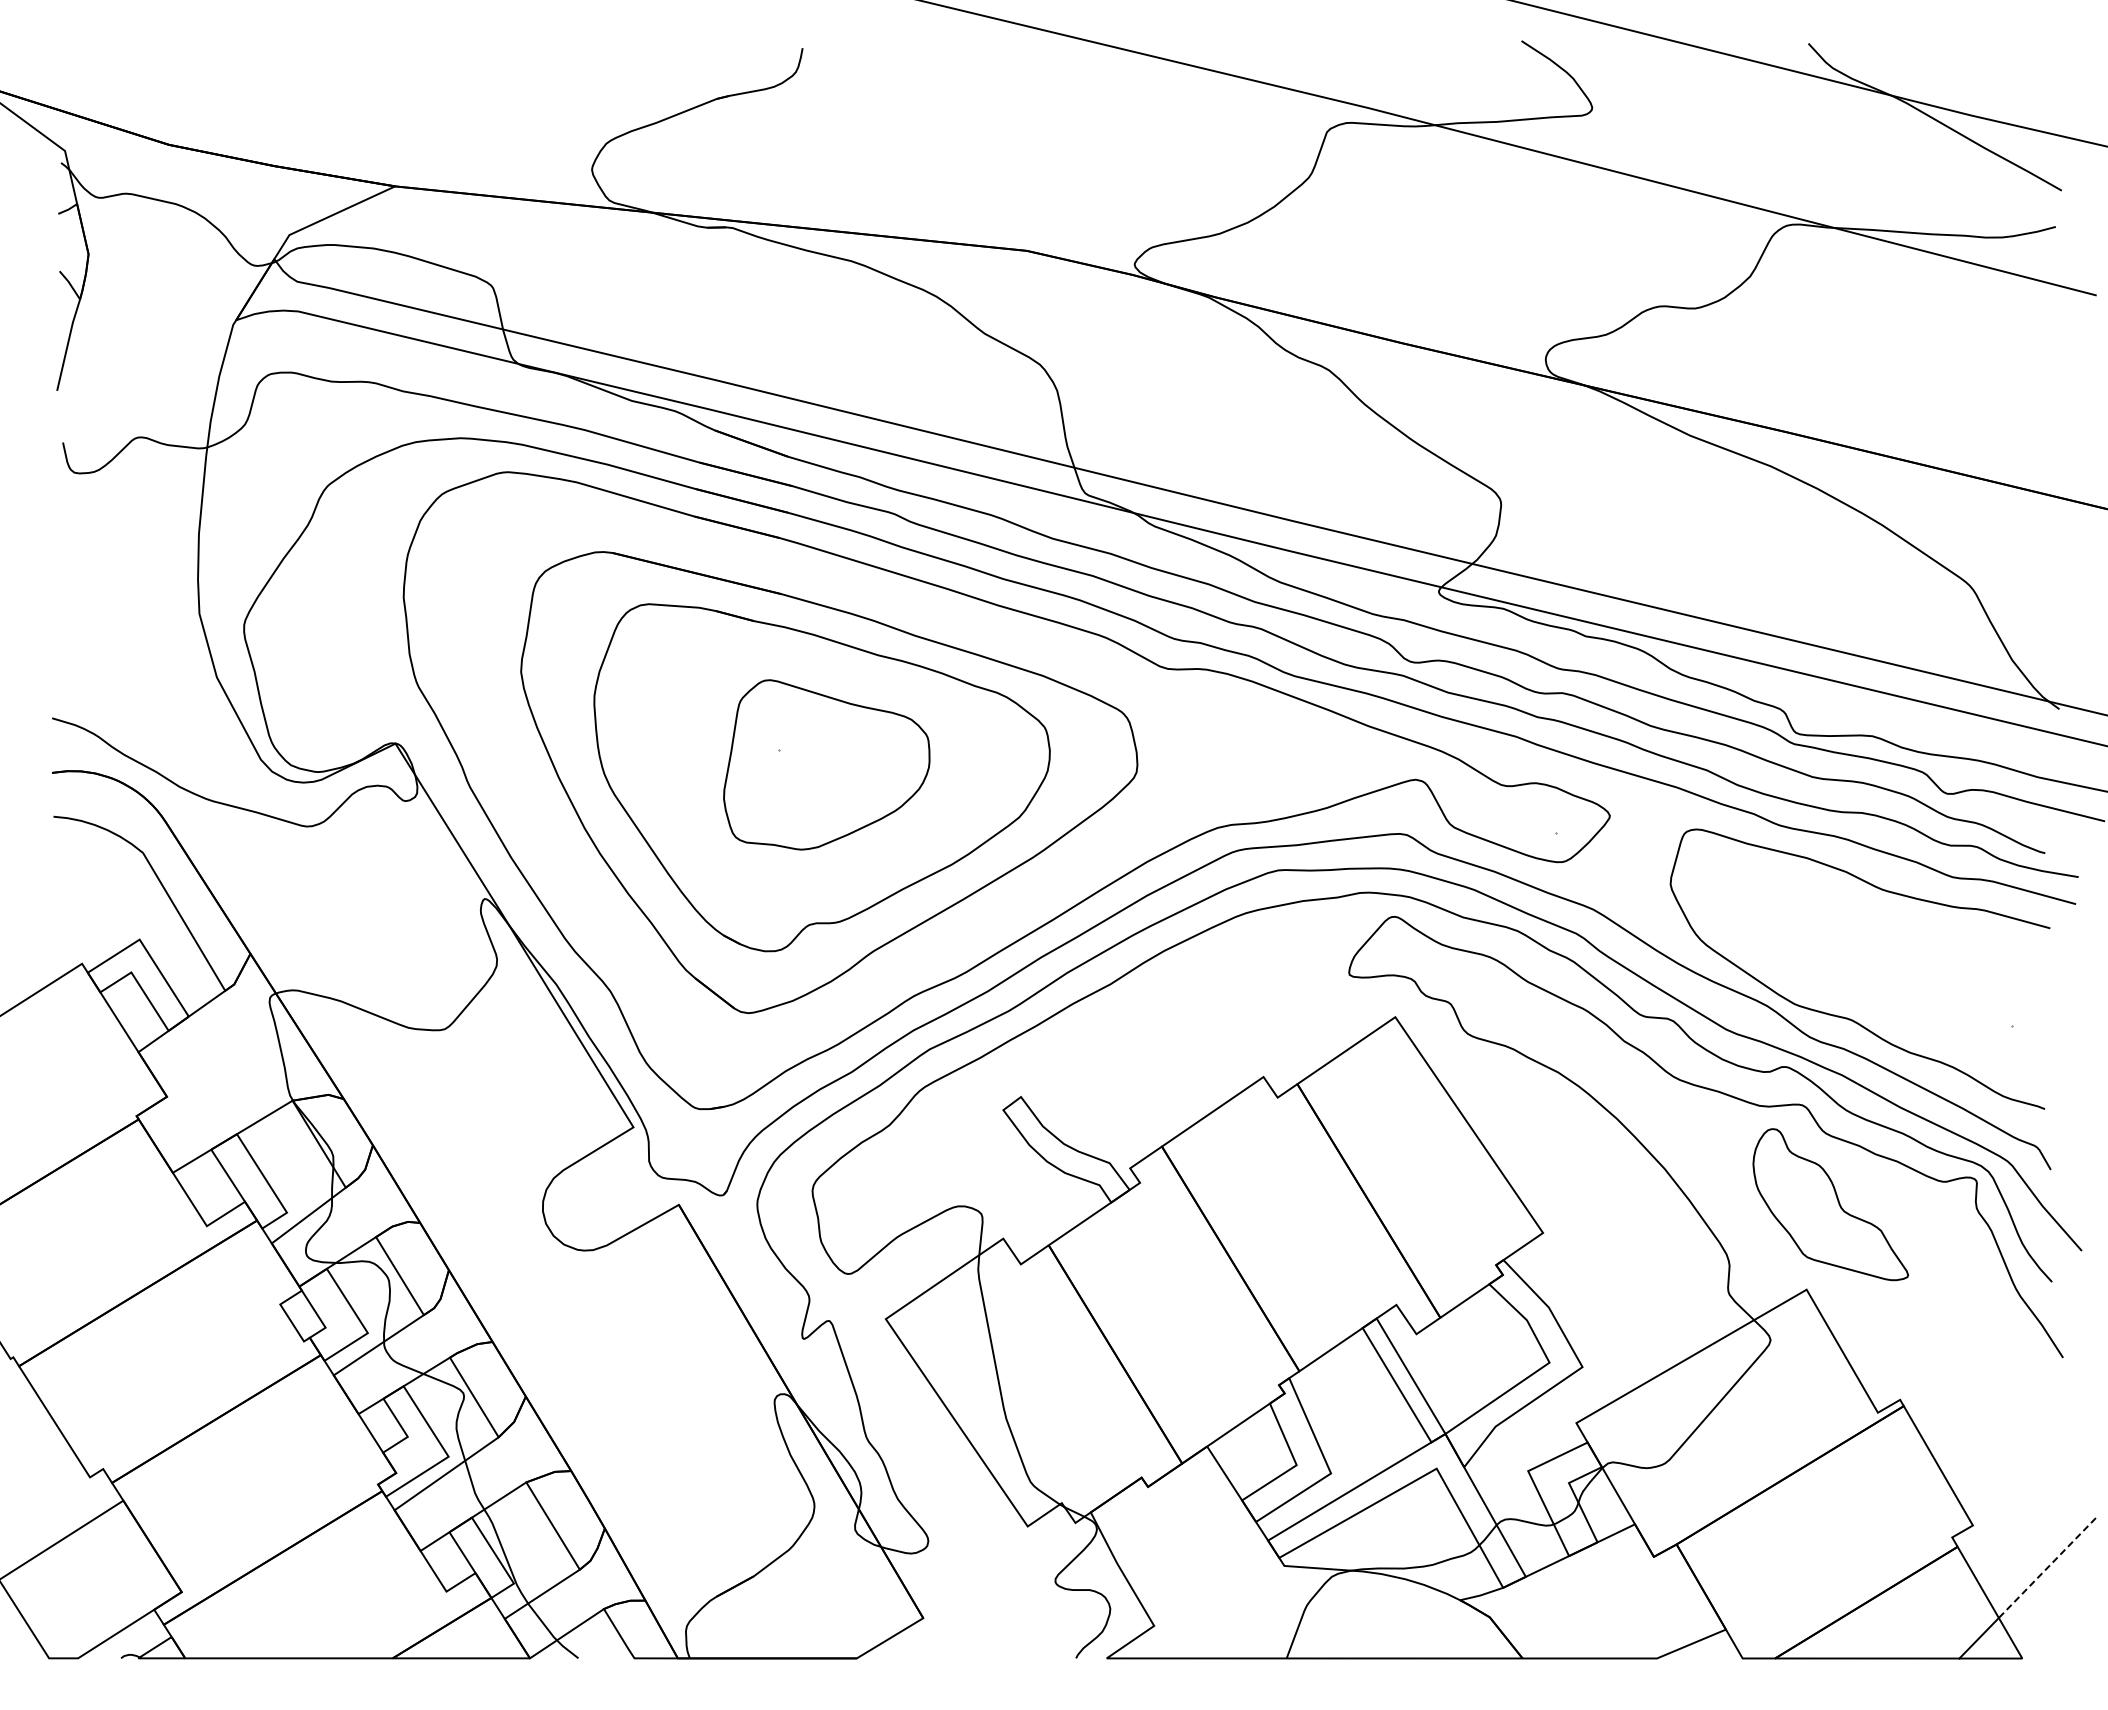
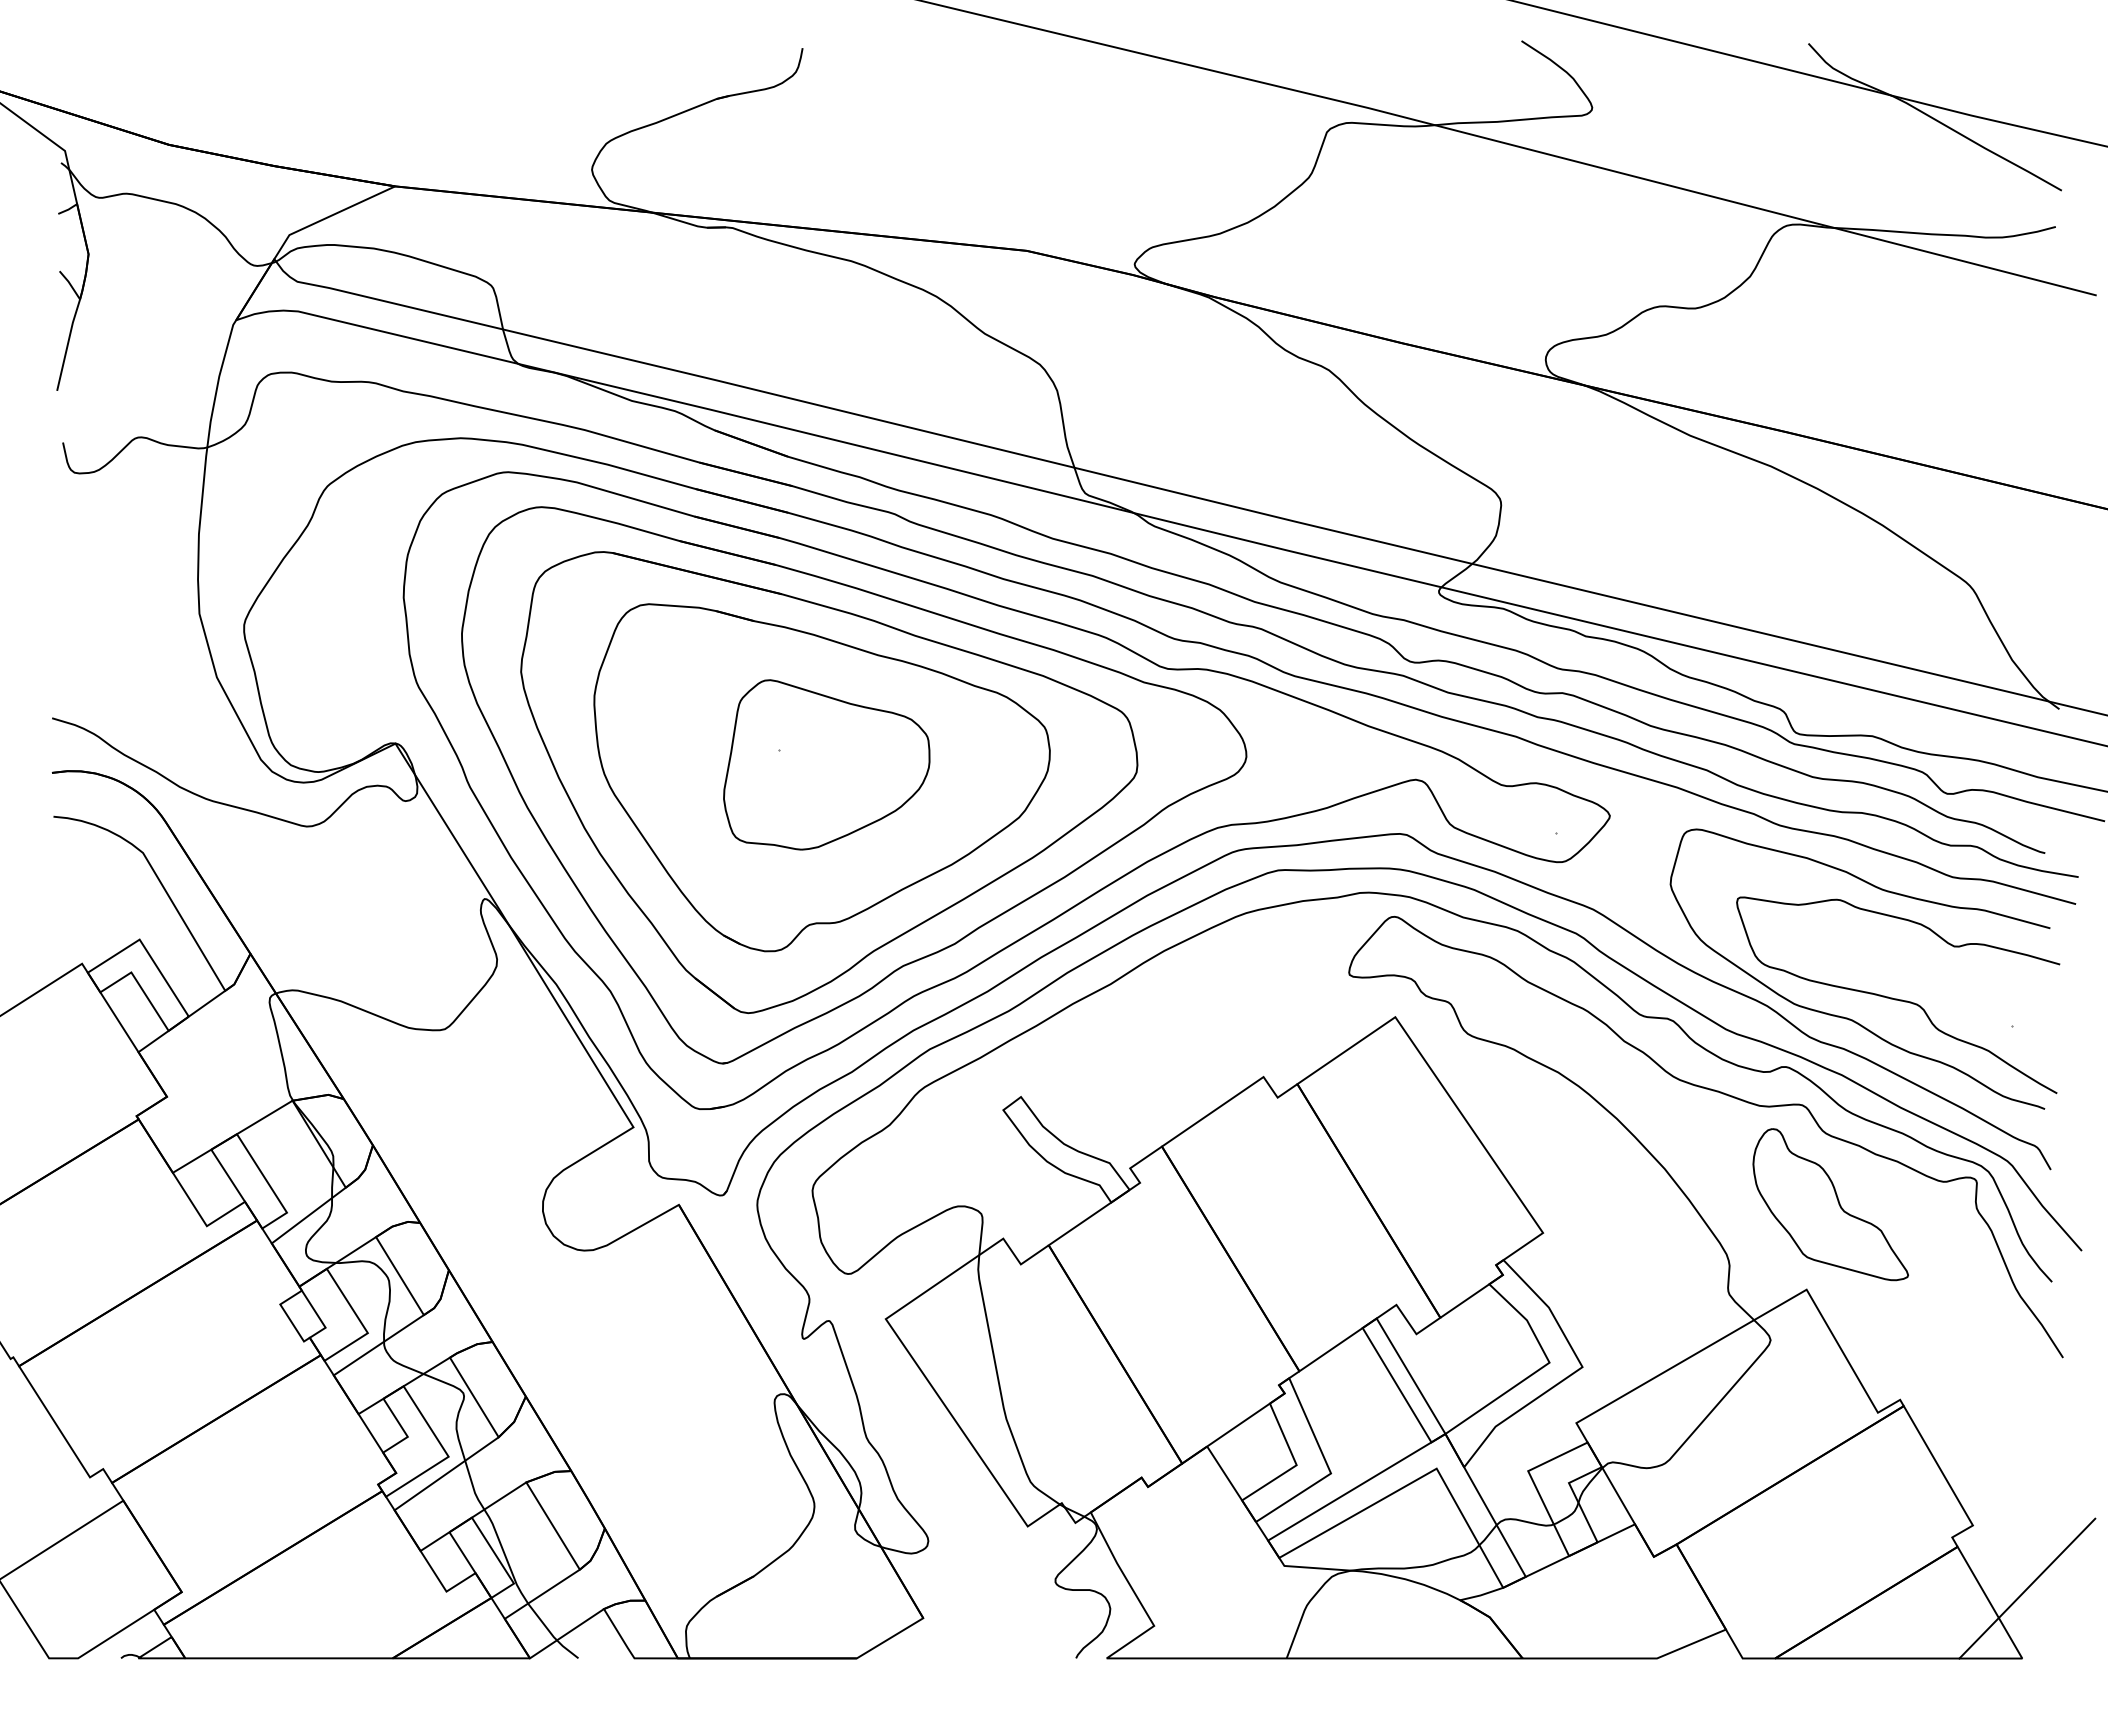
part at (854, 785): none -> present
curve at (1897, 998): none -> present
line at (2047, 1568): dashed -> solid
